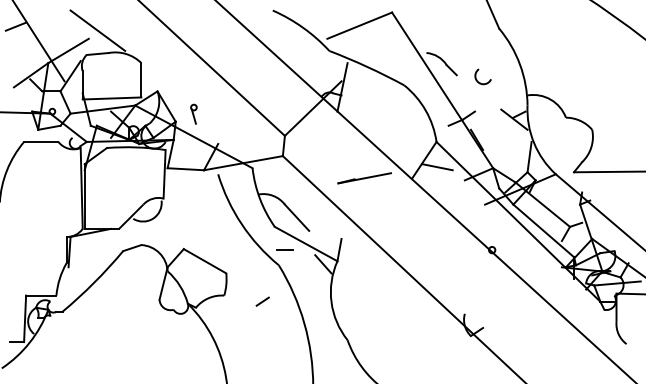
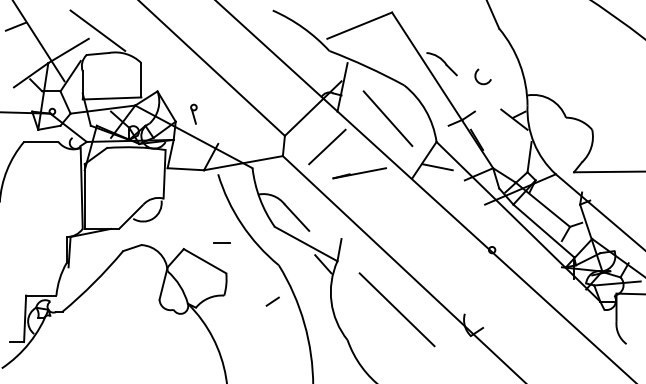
line at (387, 118): none -> present
line at (327, 146): none -> present
line at (364, 178) position: (364, 178) -> (359, 173)
line at (284, 249) position: (284, 249) -> (221, 242)
line at (262, 301) position: (262, 301) -> (272, 301)
line at (396, 309): none -> present
